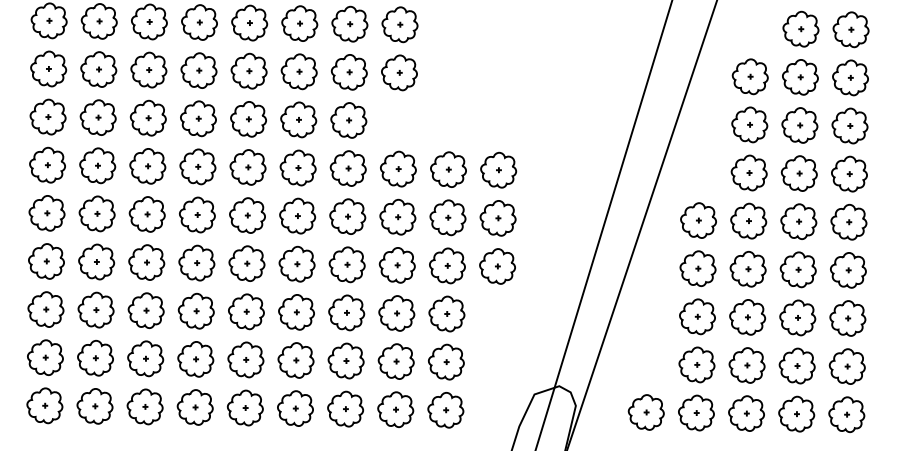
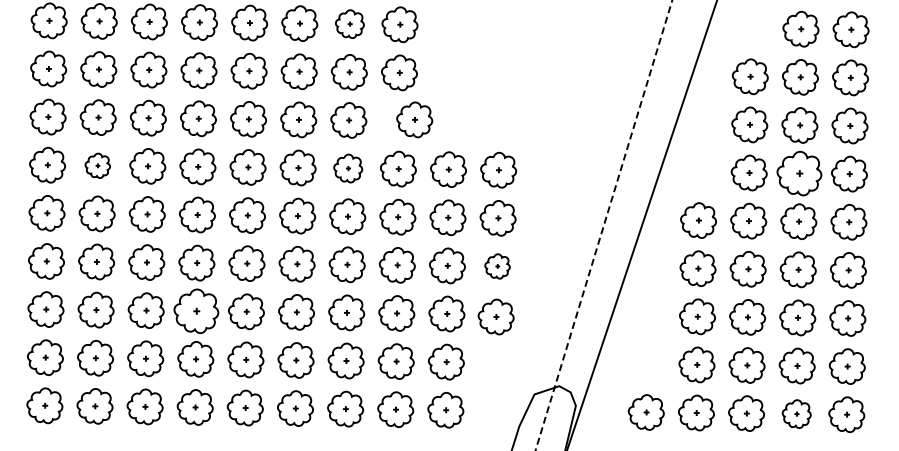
part at (349, 23) size: 38x38 px -> 30x30 px
part at (414, 119): none -> present
part at (97, 165) size: 38x38 px -> 27x27 px
part at (347, 168) size: 38x37 px -> 31x31 px
part at (798, 173) size: 38x37 px -> 47x47 px
line at (603, 225): solid -> dashed
part at (497, 266) size: 37x37 px -> 27x27 px
part at (195, 310) size: 38x38 px -> 47x46 px
part at (495, 316): none -> present
part at (796, 413) size: 38x38 px -> 31x30 px
